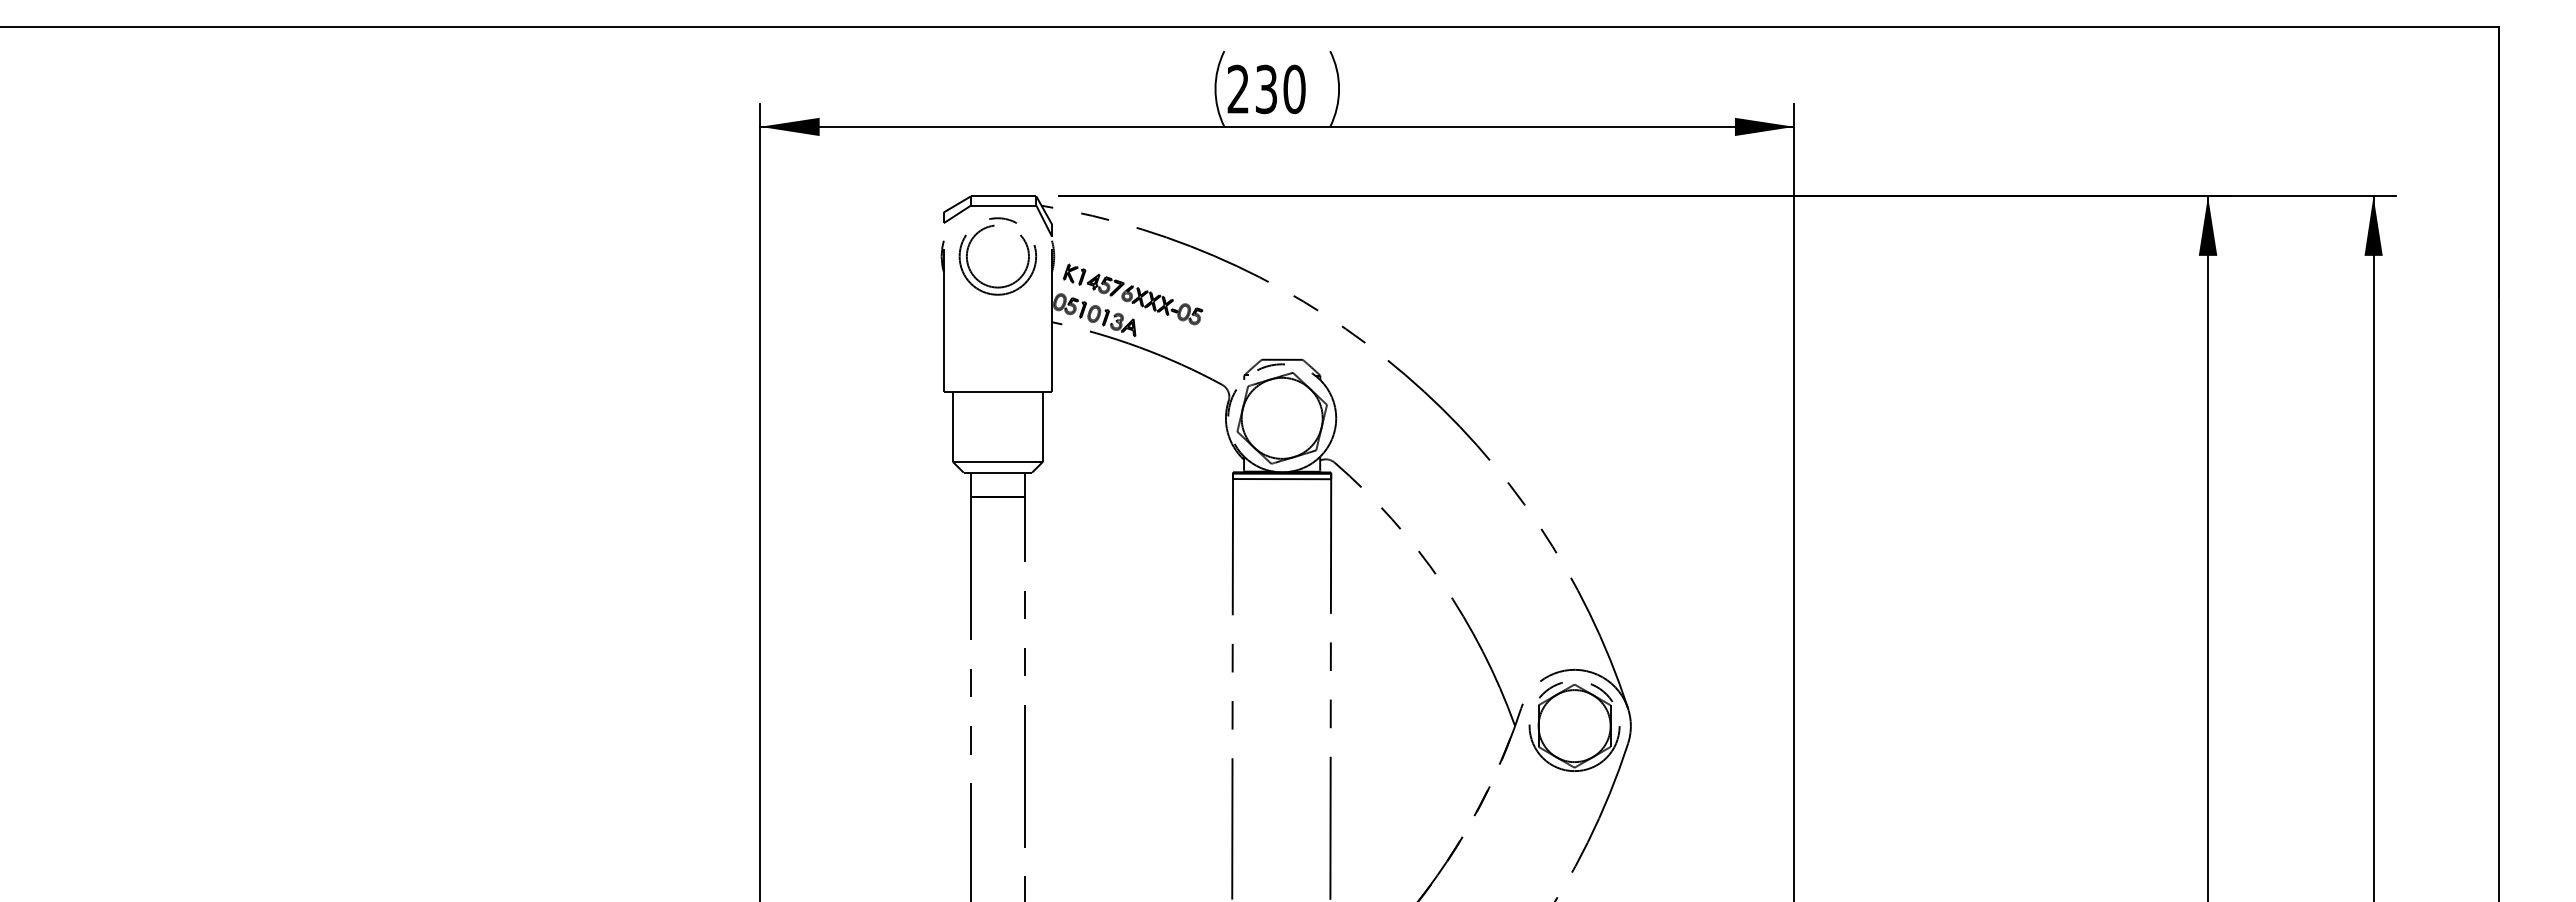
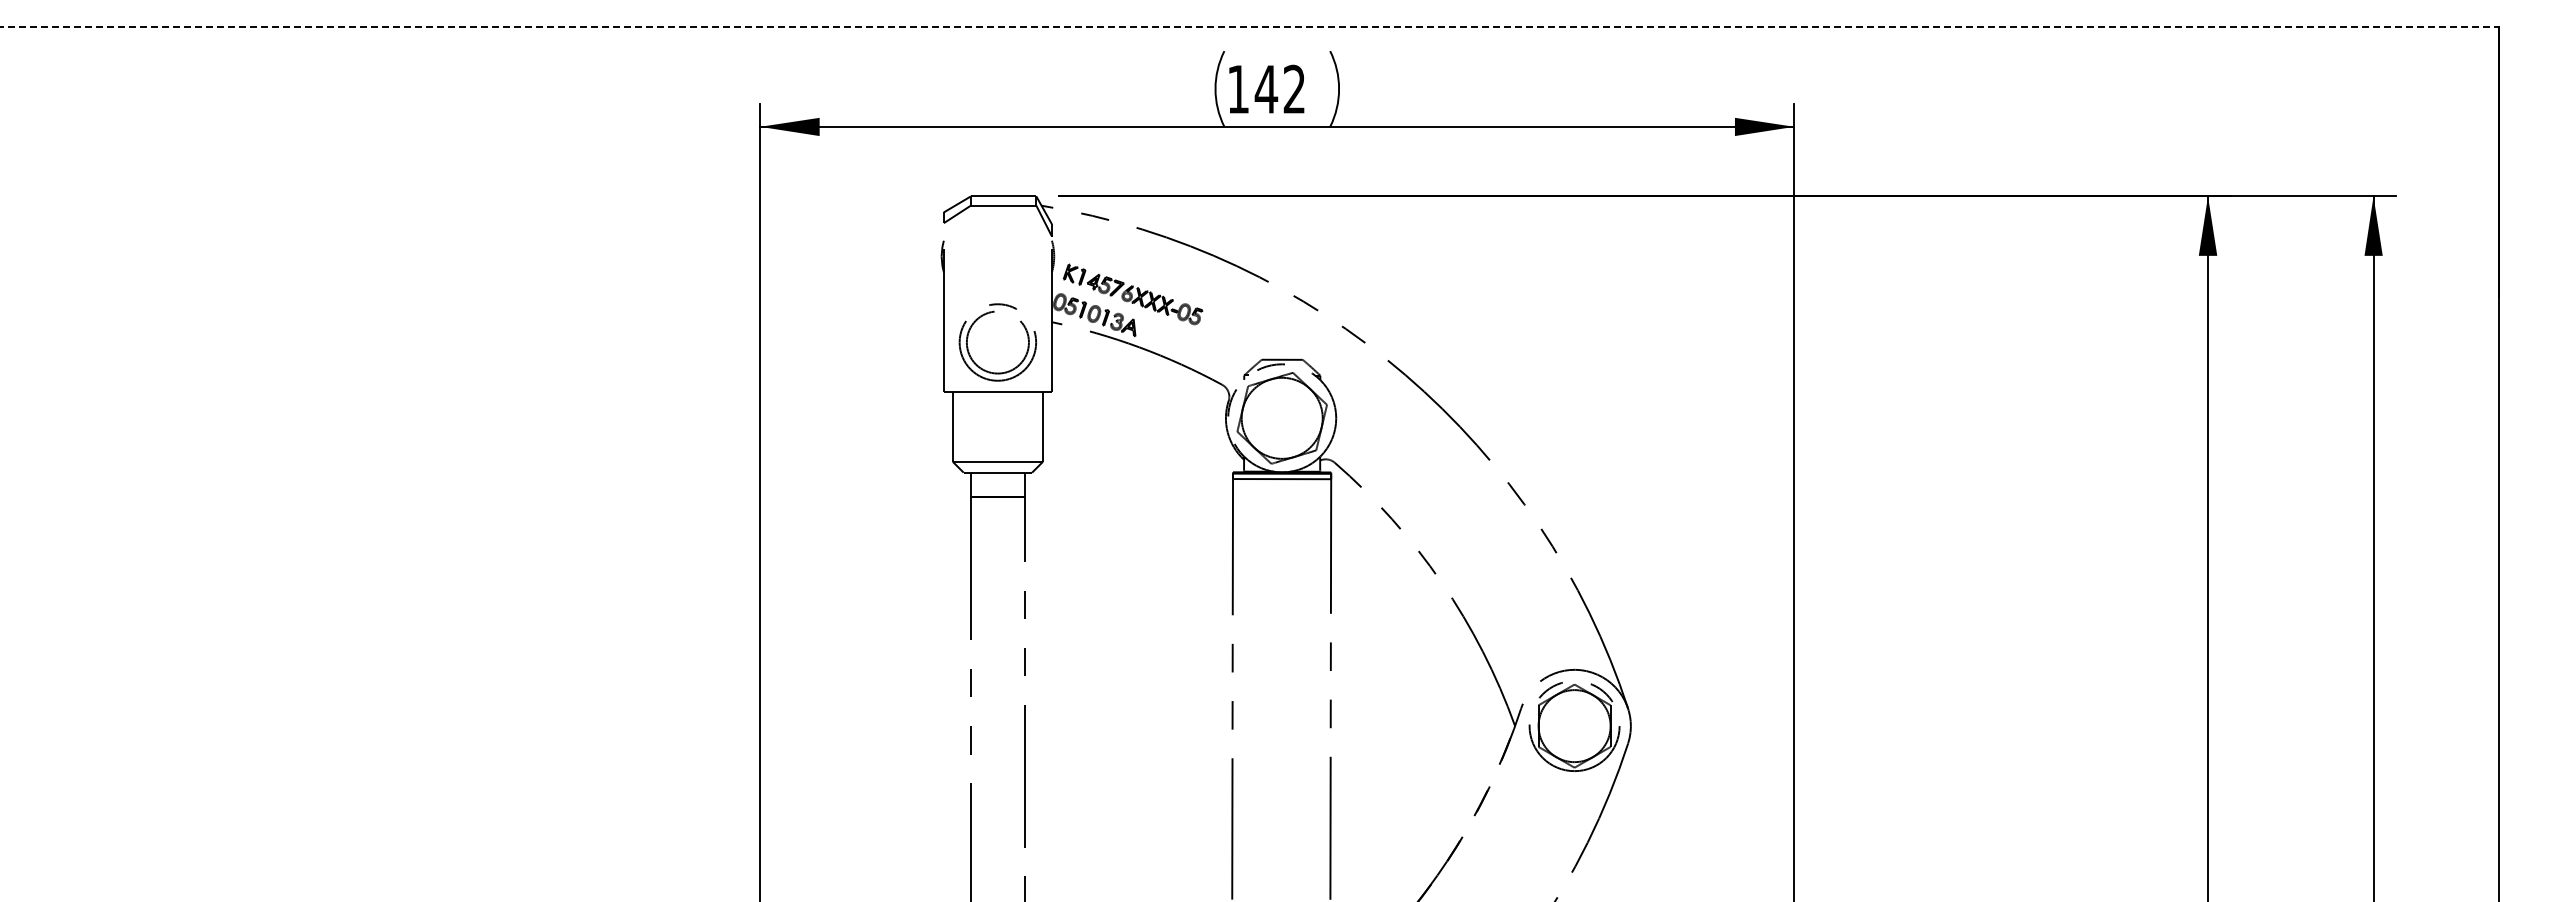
line at (1250, 27): solid -> dashed
text at (1266, 89): 230 -> 142
part at (973, 239) position: (973, 239) -> (973, 325)
